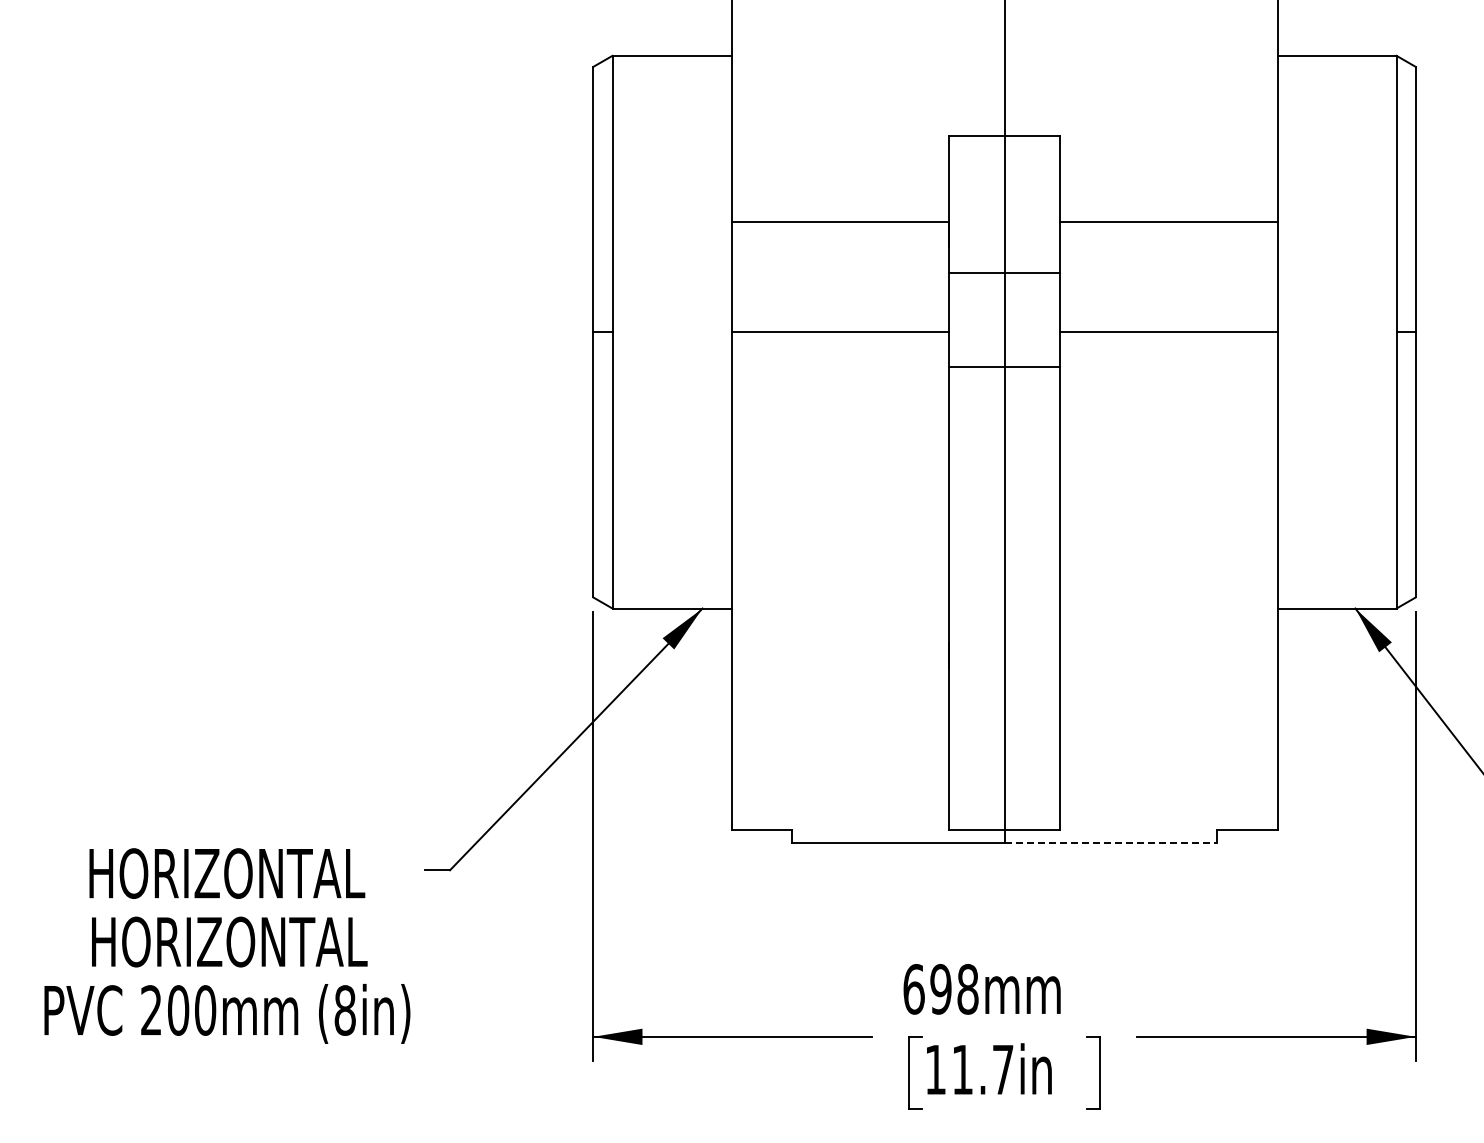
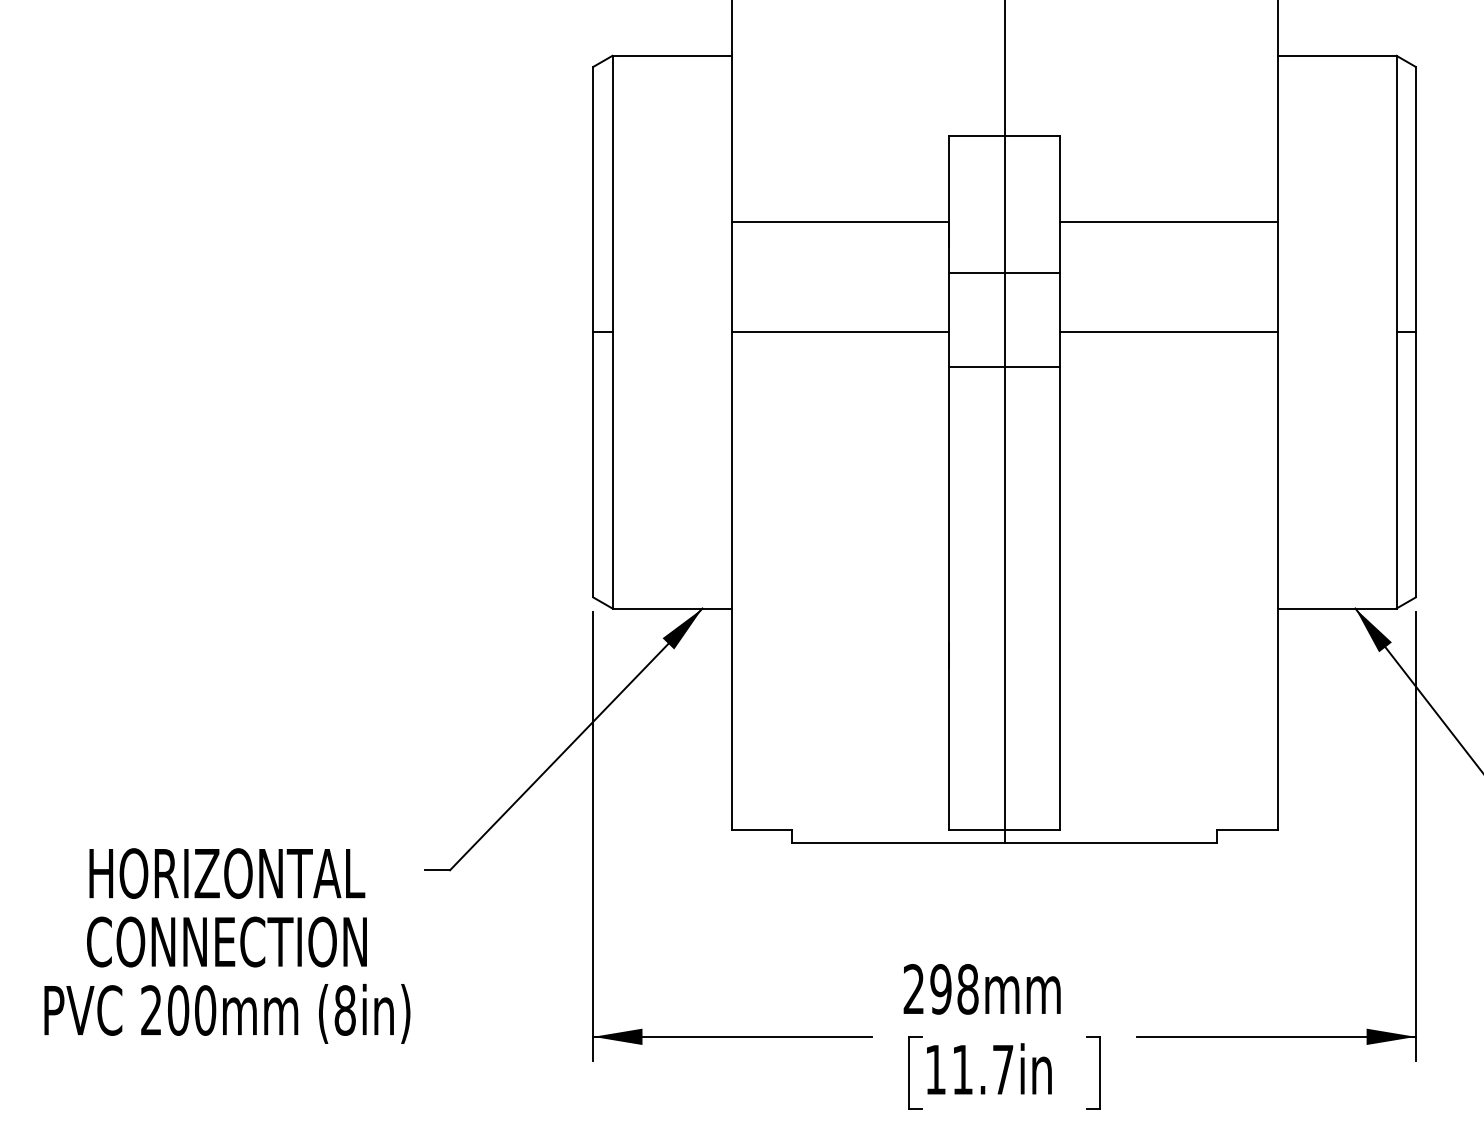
line at (1111, 843): dashed -> solid
text at (227, 941): HORIZONTAL -> CONNECTION
text at (913, 989): 698mm -> 298mm
